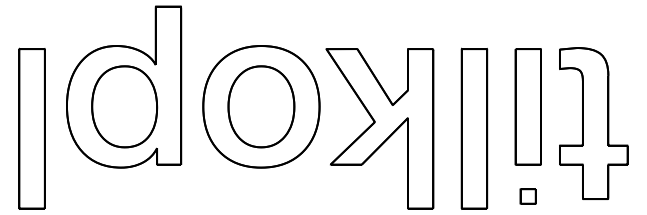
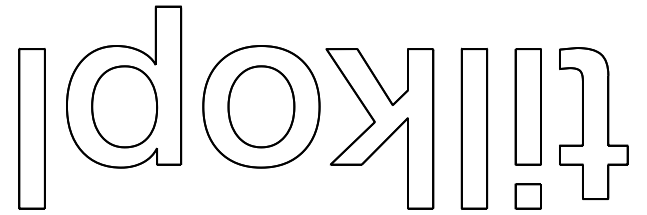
part at (527, 196) size: 18x17 px -> 28x27 px
